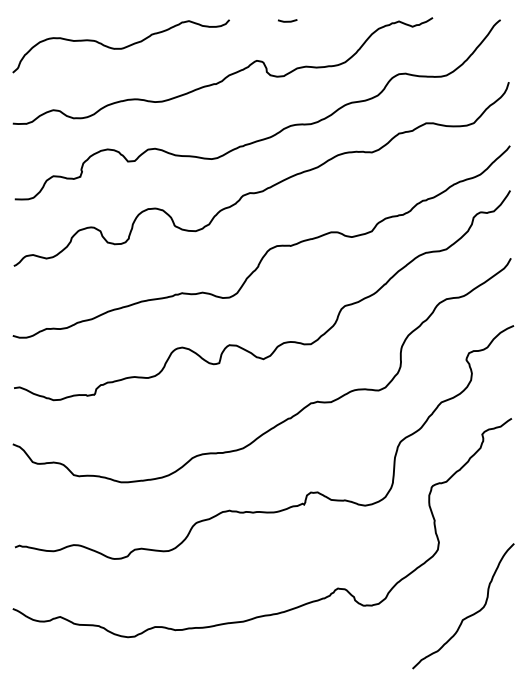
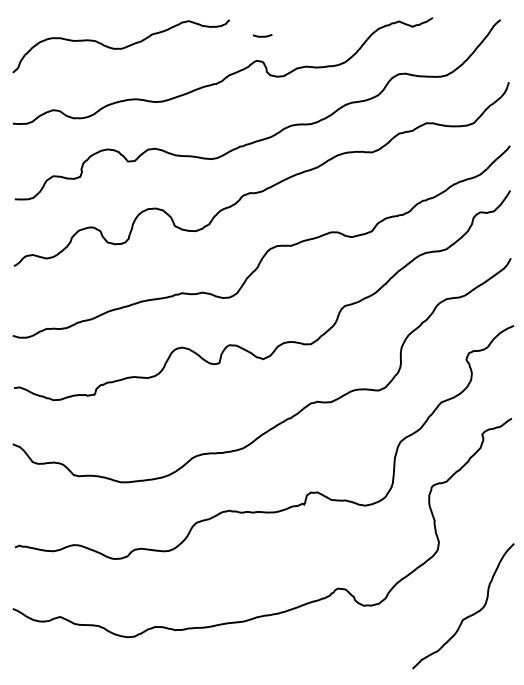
line at (287, 20) position: (287, 20) -> (262, 35)
